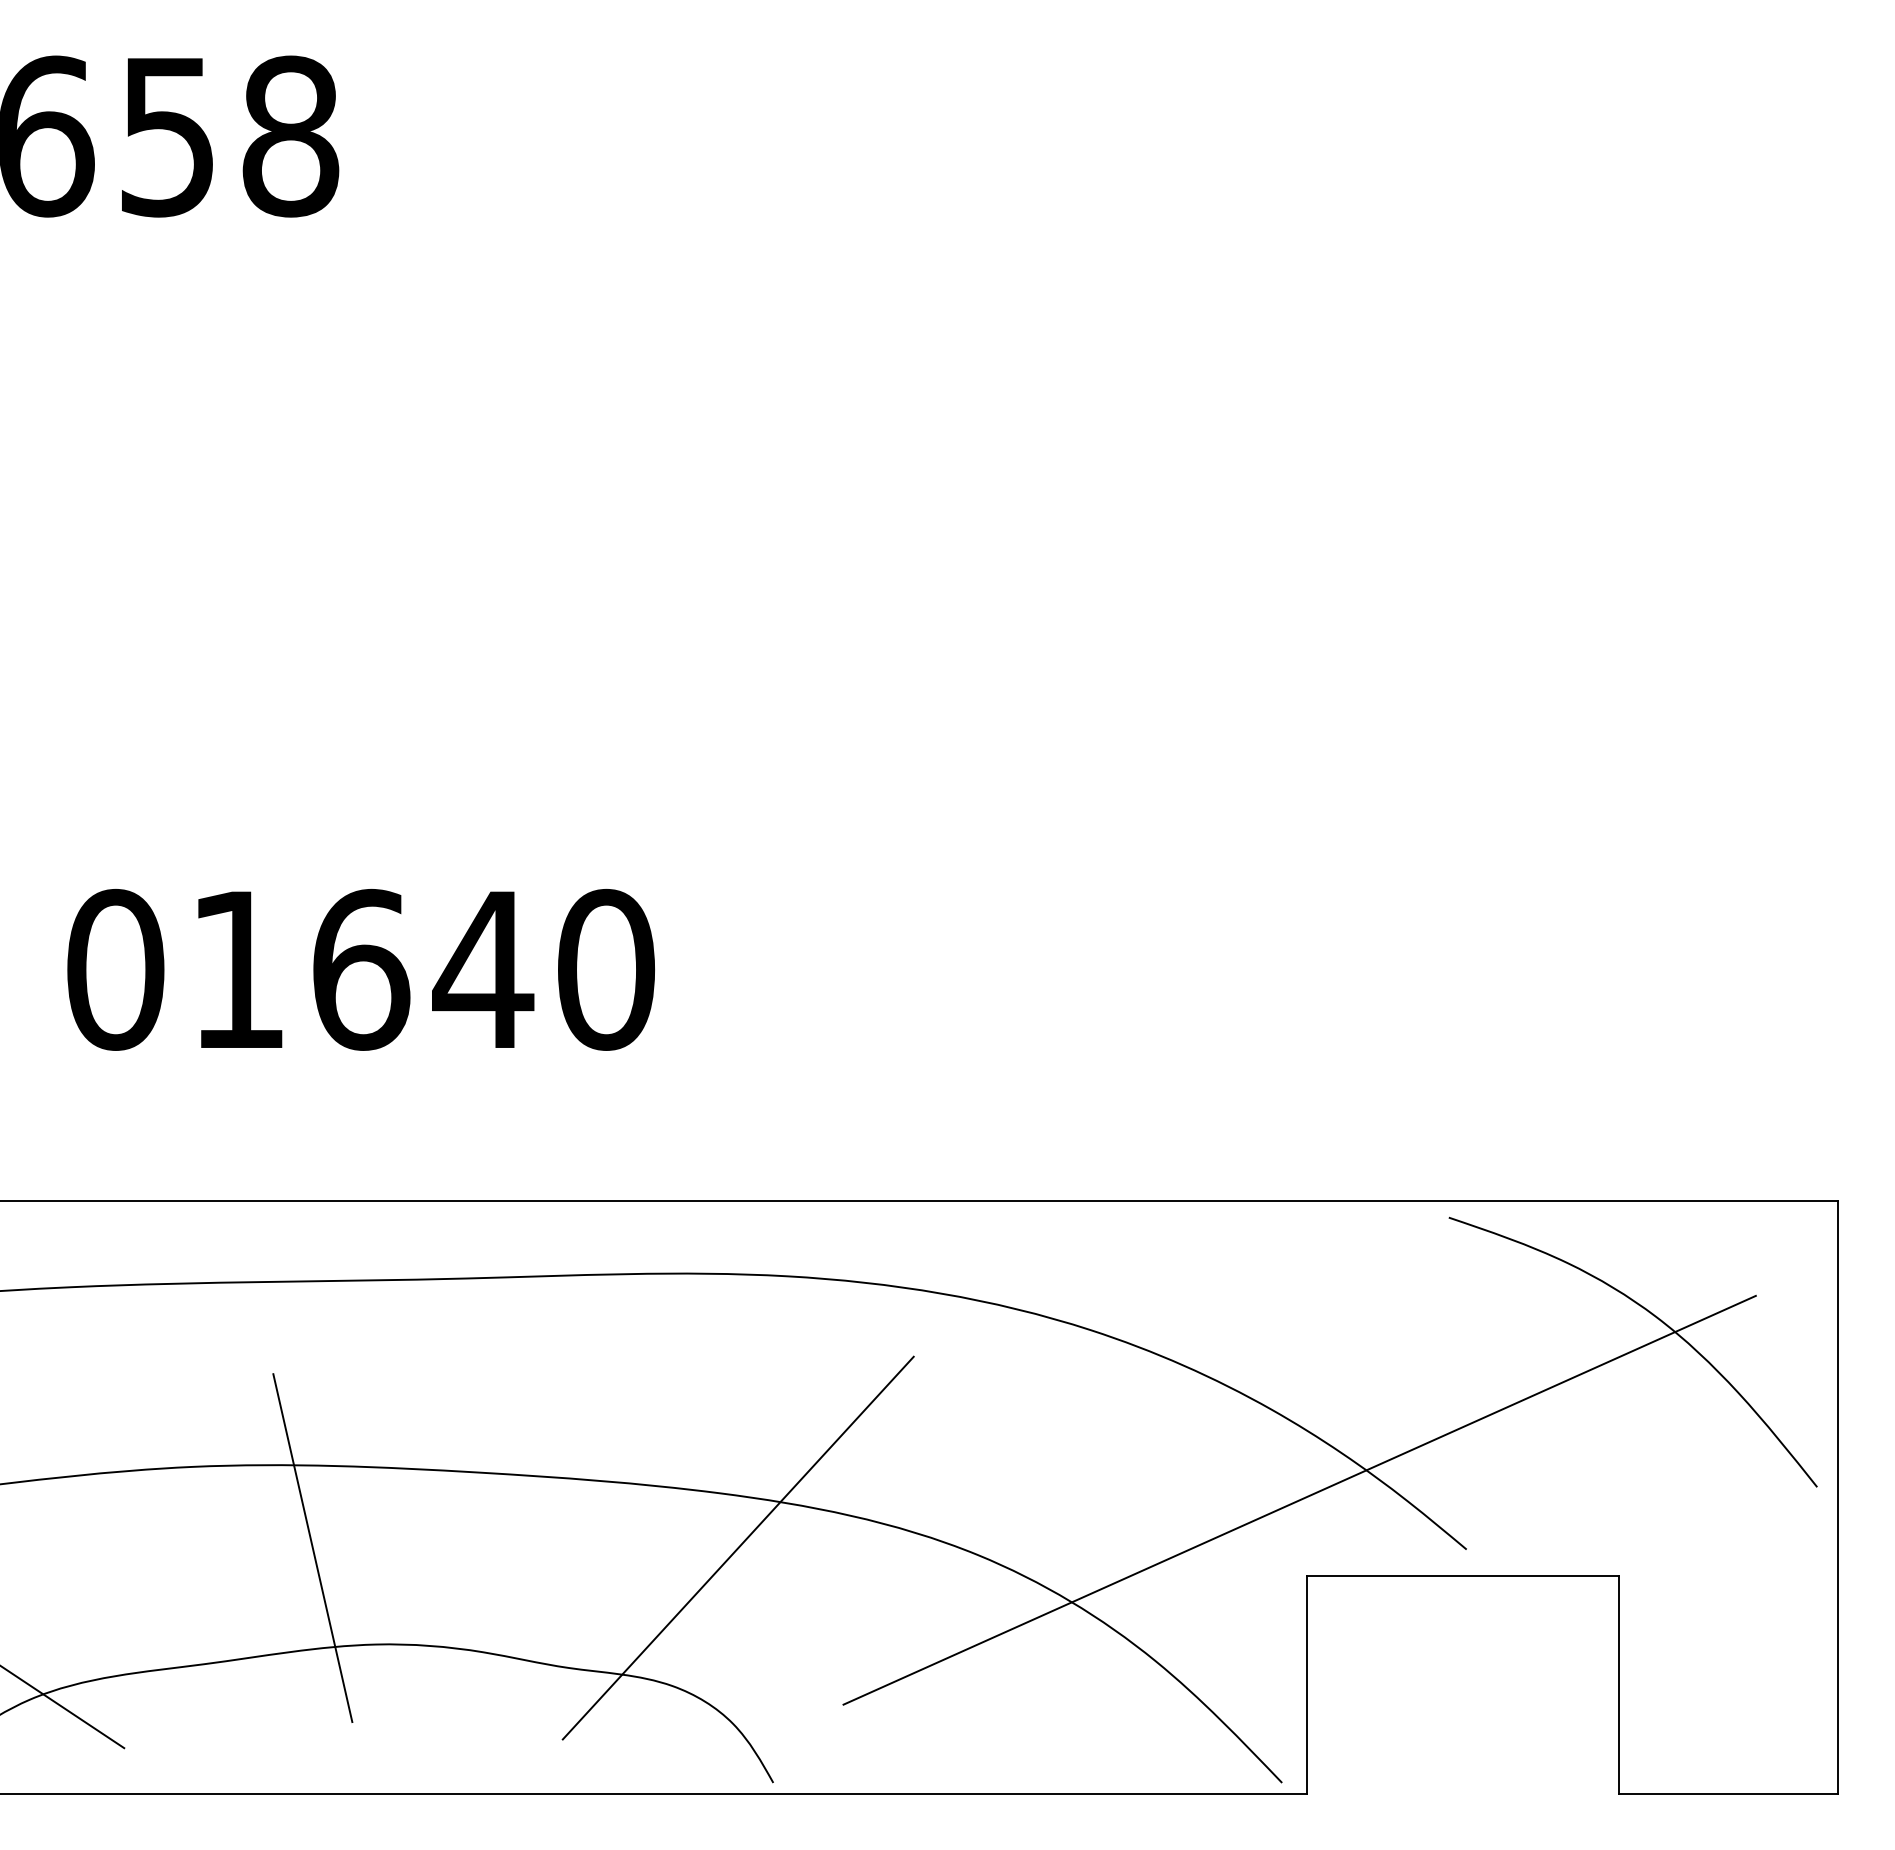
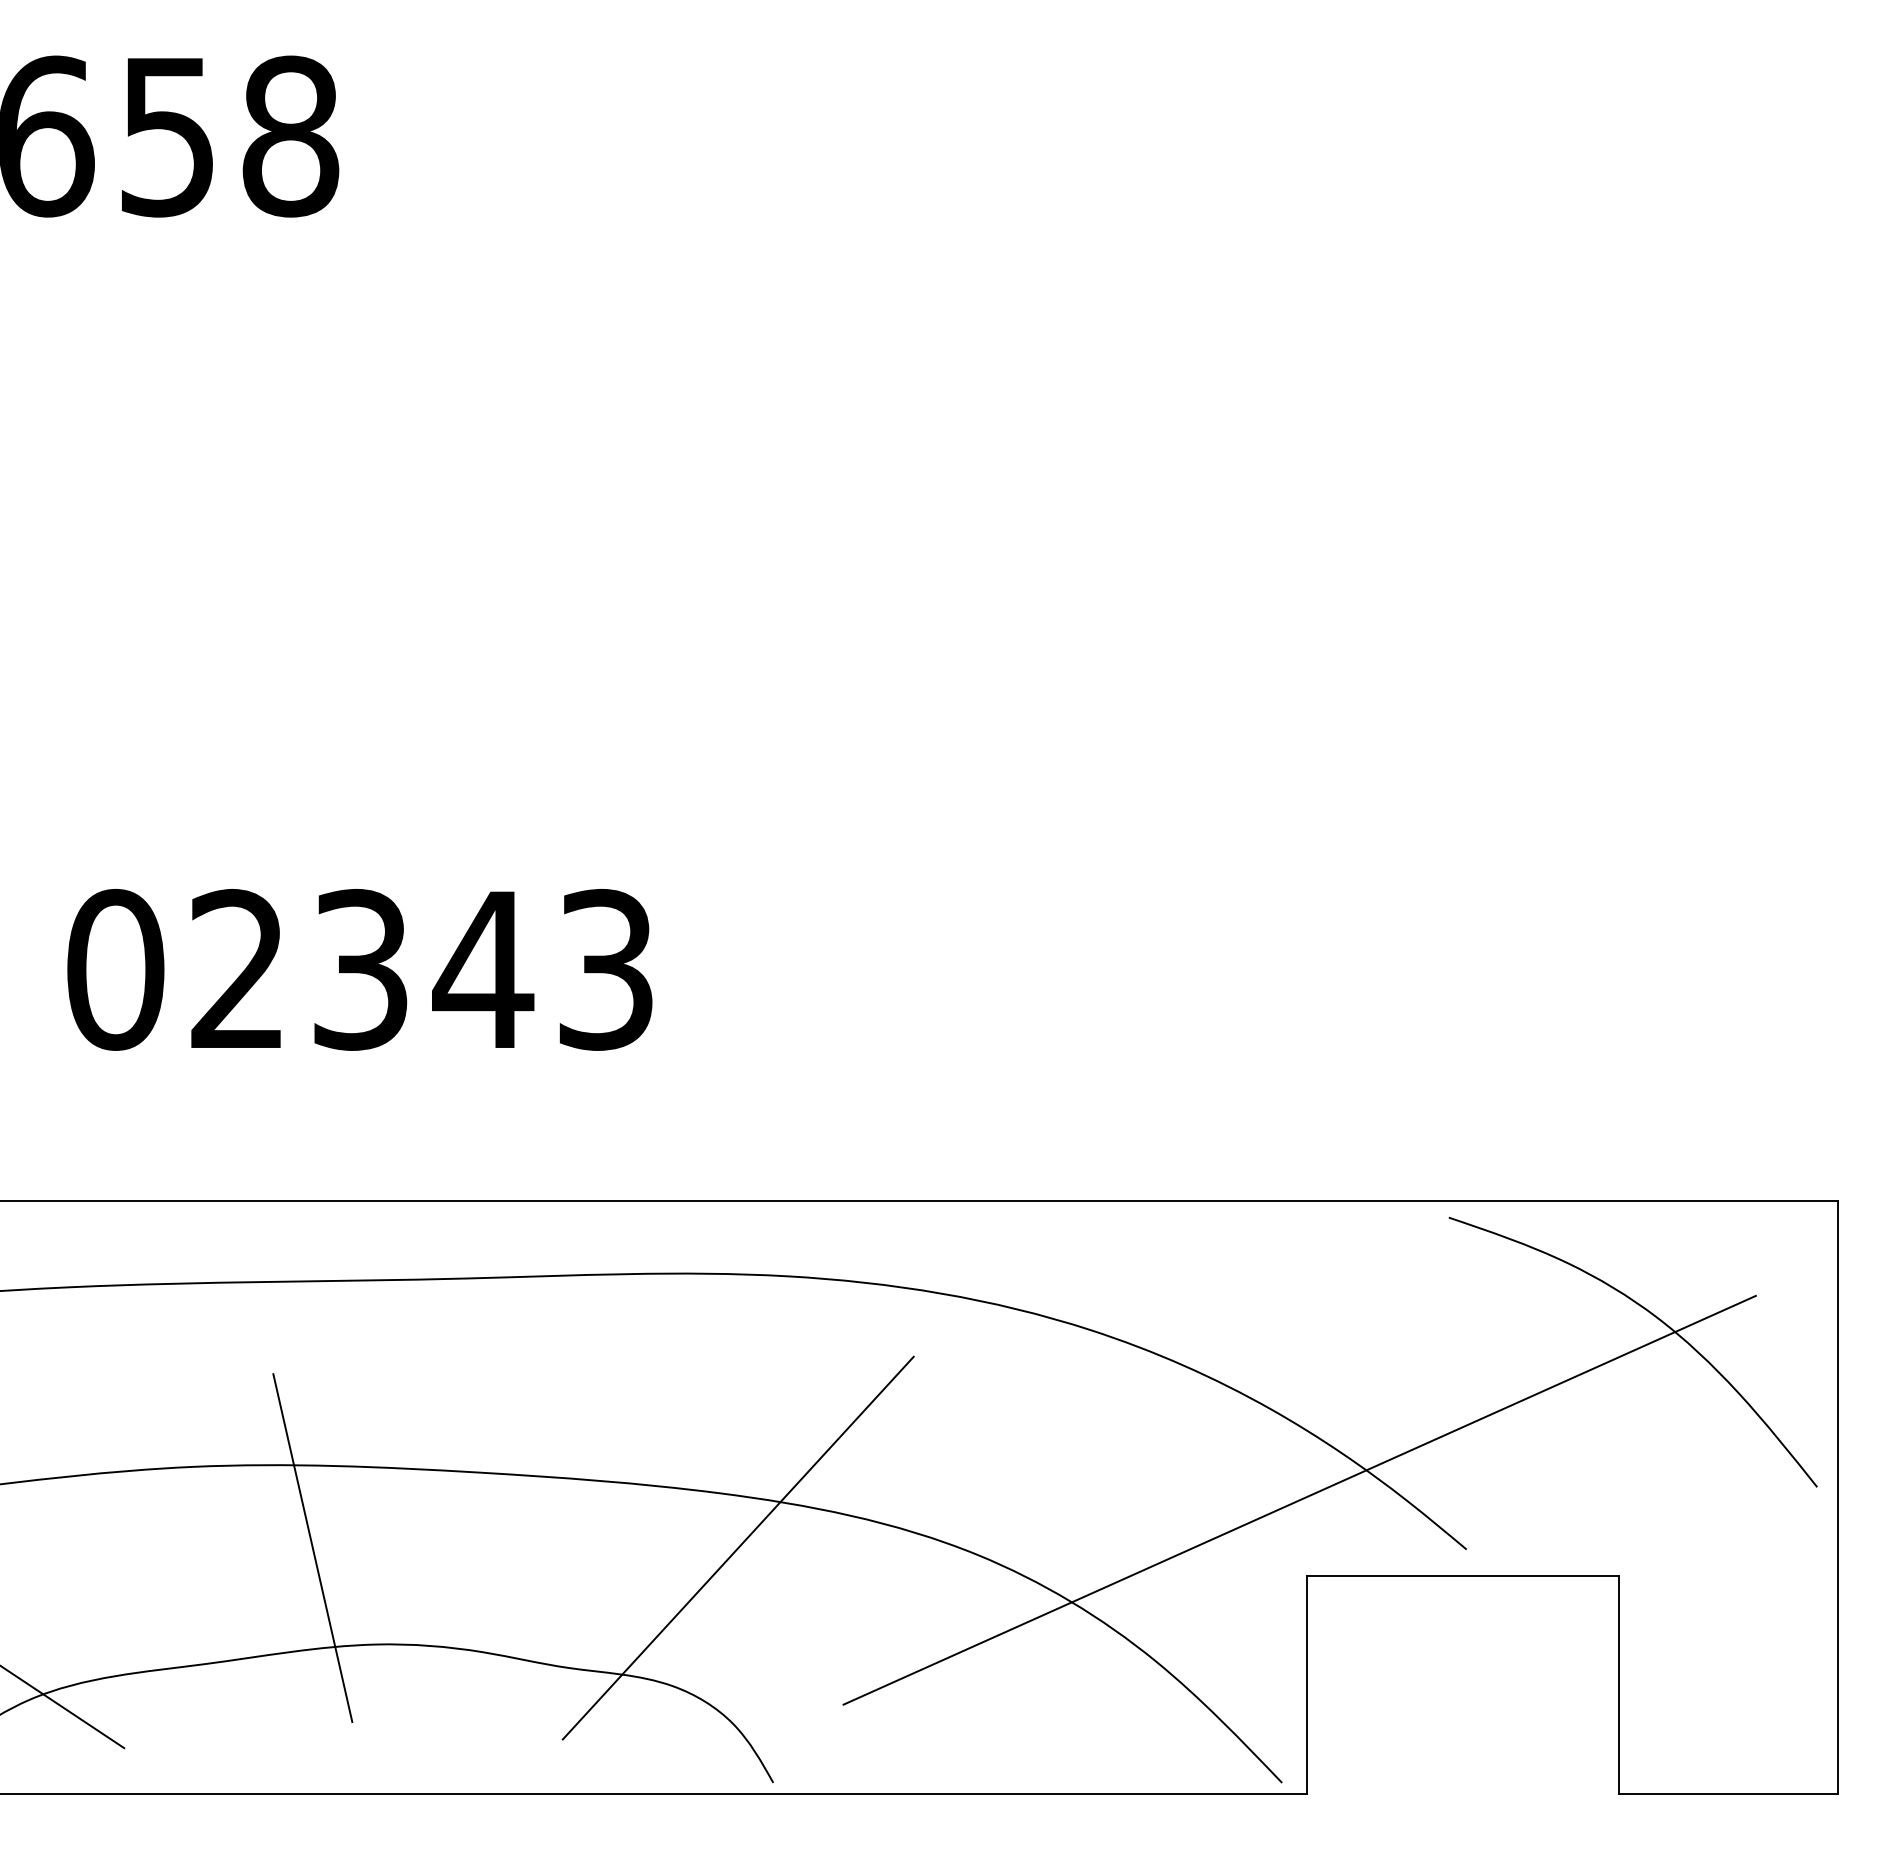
text at (423, 969): 01640 -> 02343
